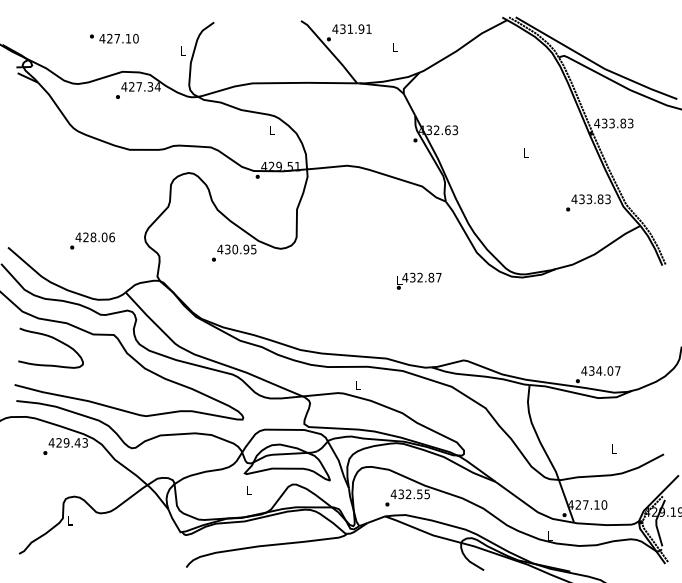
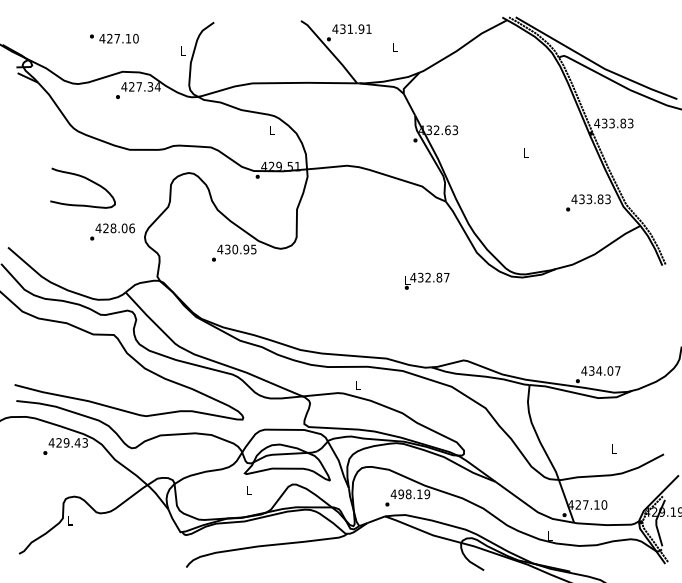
text at (92, 240) position: (92, 240) -> (112, 231)
text at (418, 280) position: (418, 280) -> (426, 280)
curve at (54, 339) position: (54, 339) -> (86, 179)
text at (414, 494): 432.55 -> 498.19
